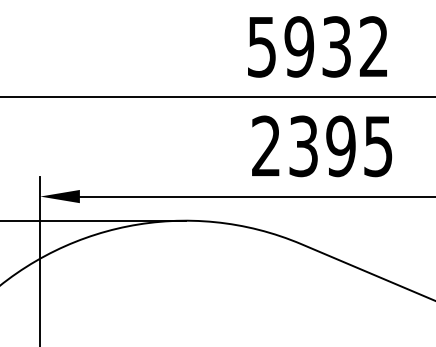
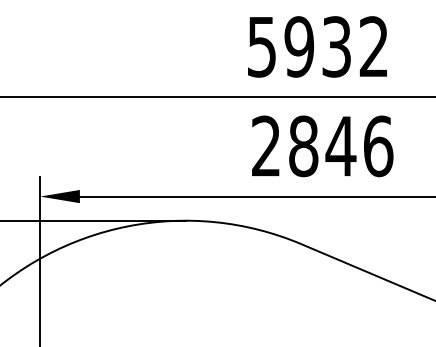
text at (341, 146): 2395 -> 2846
